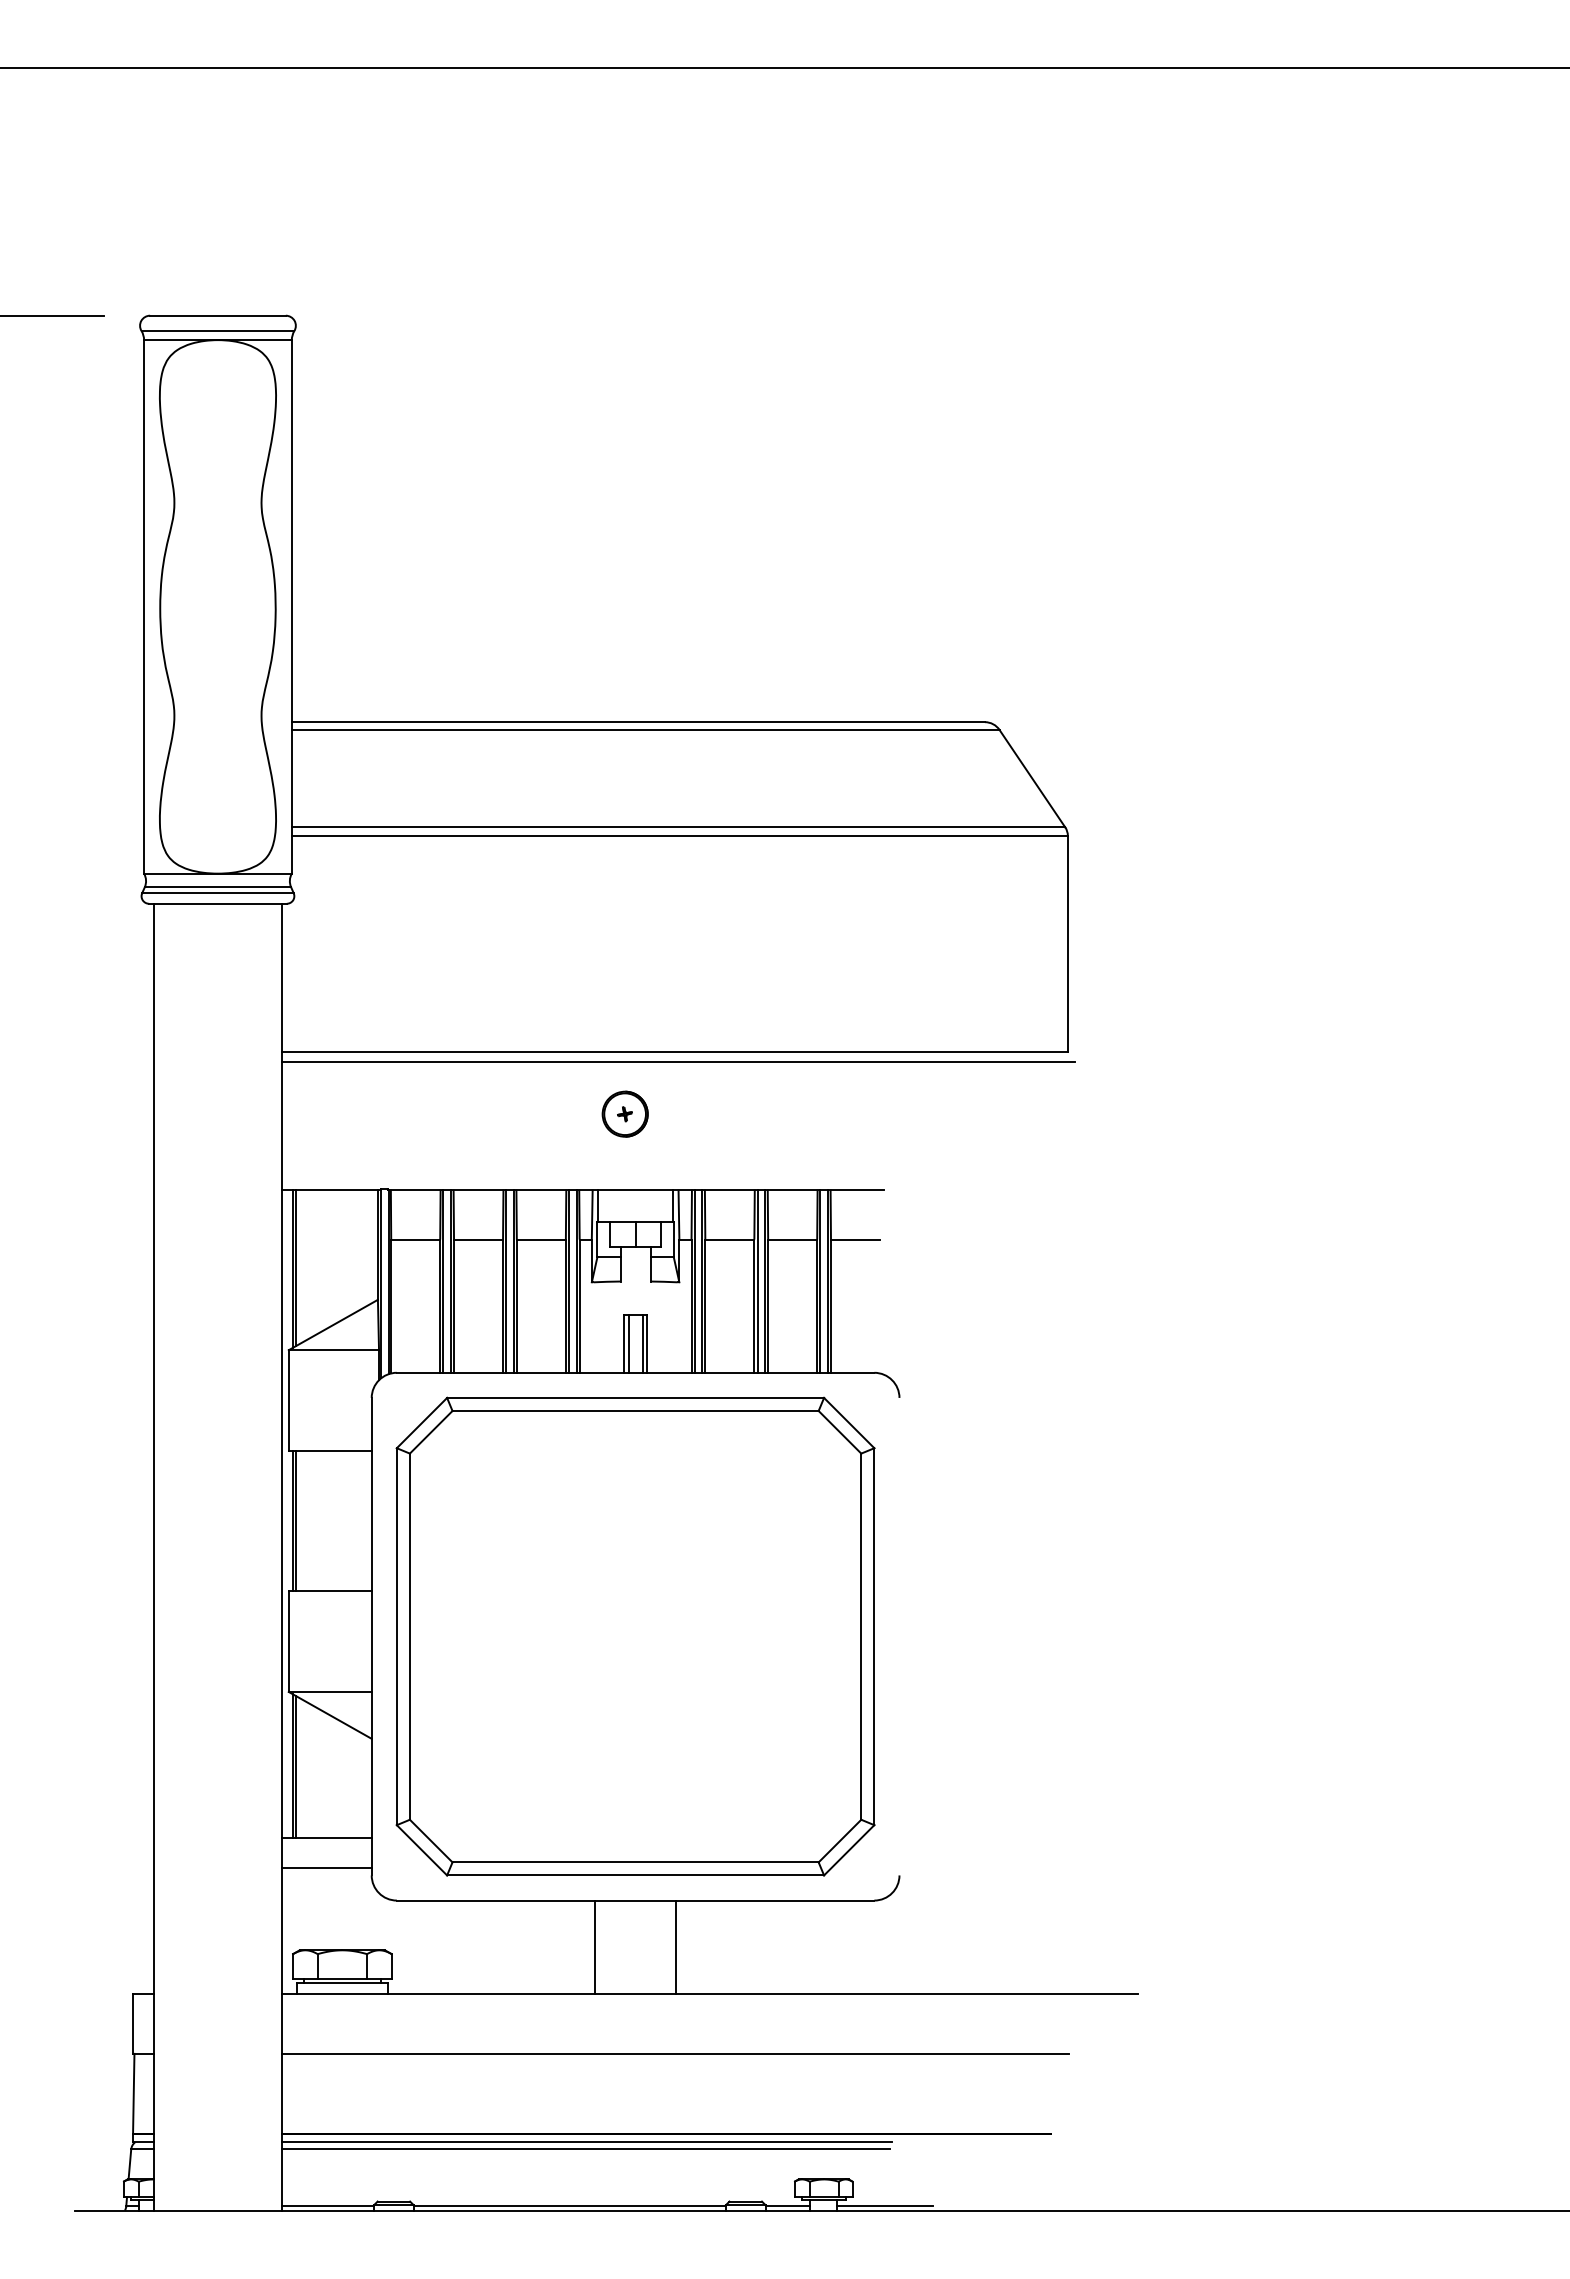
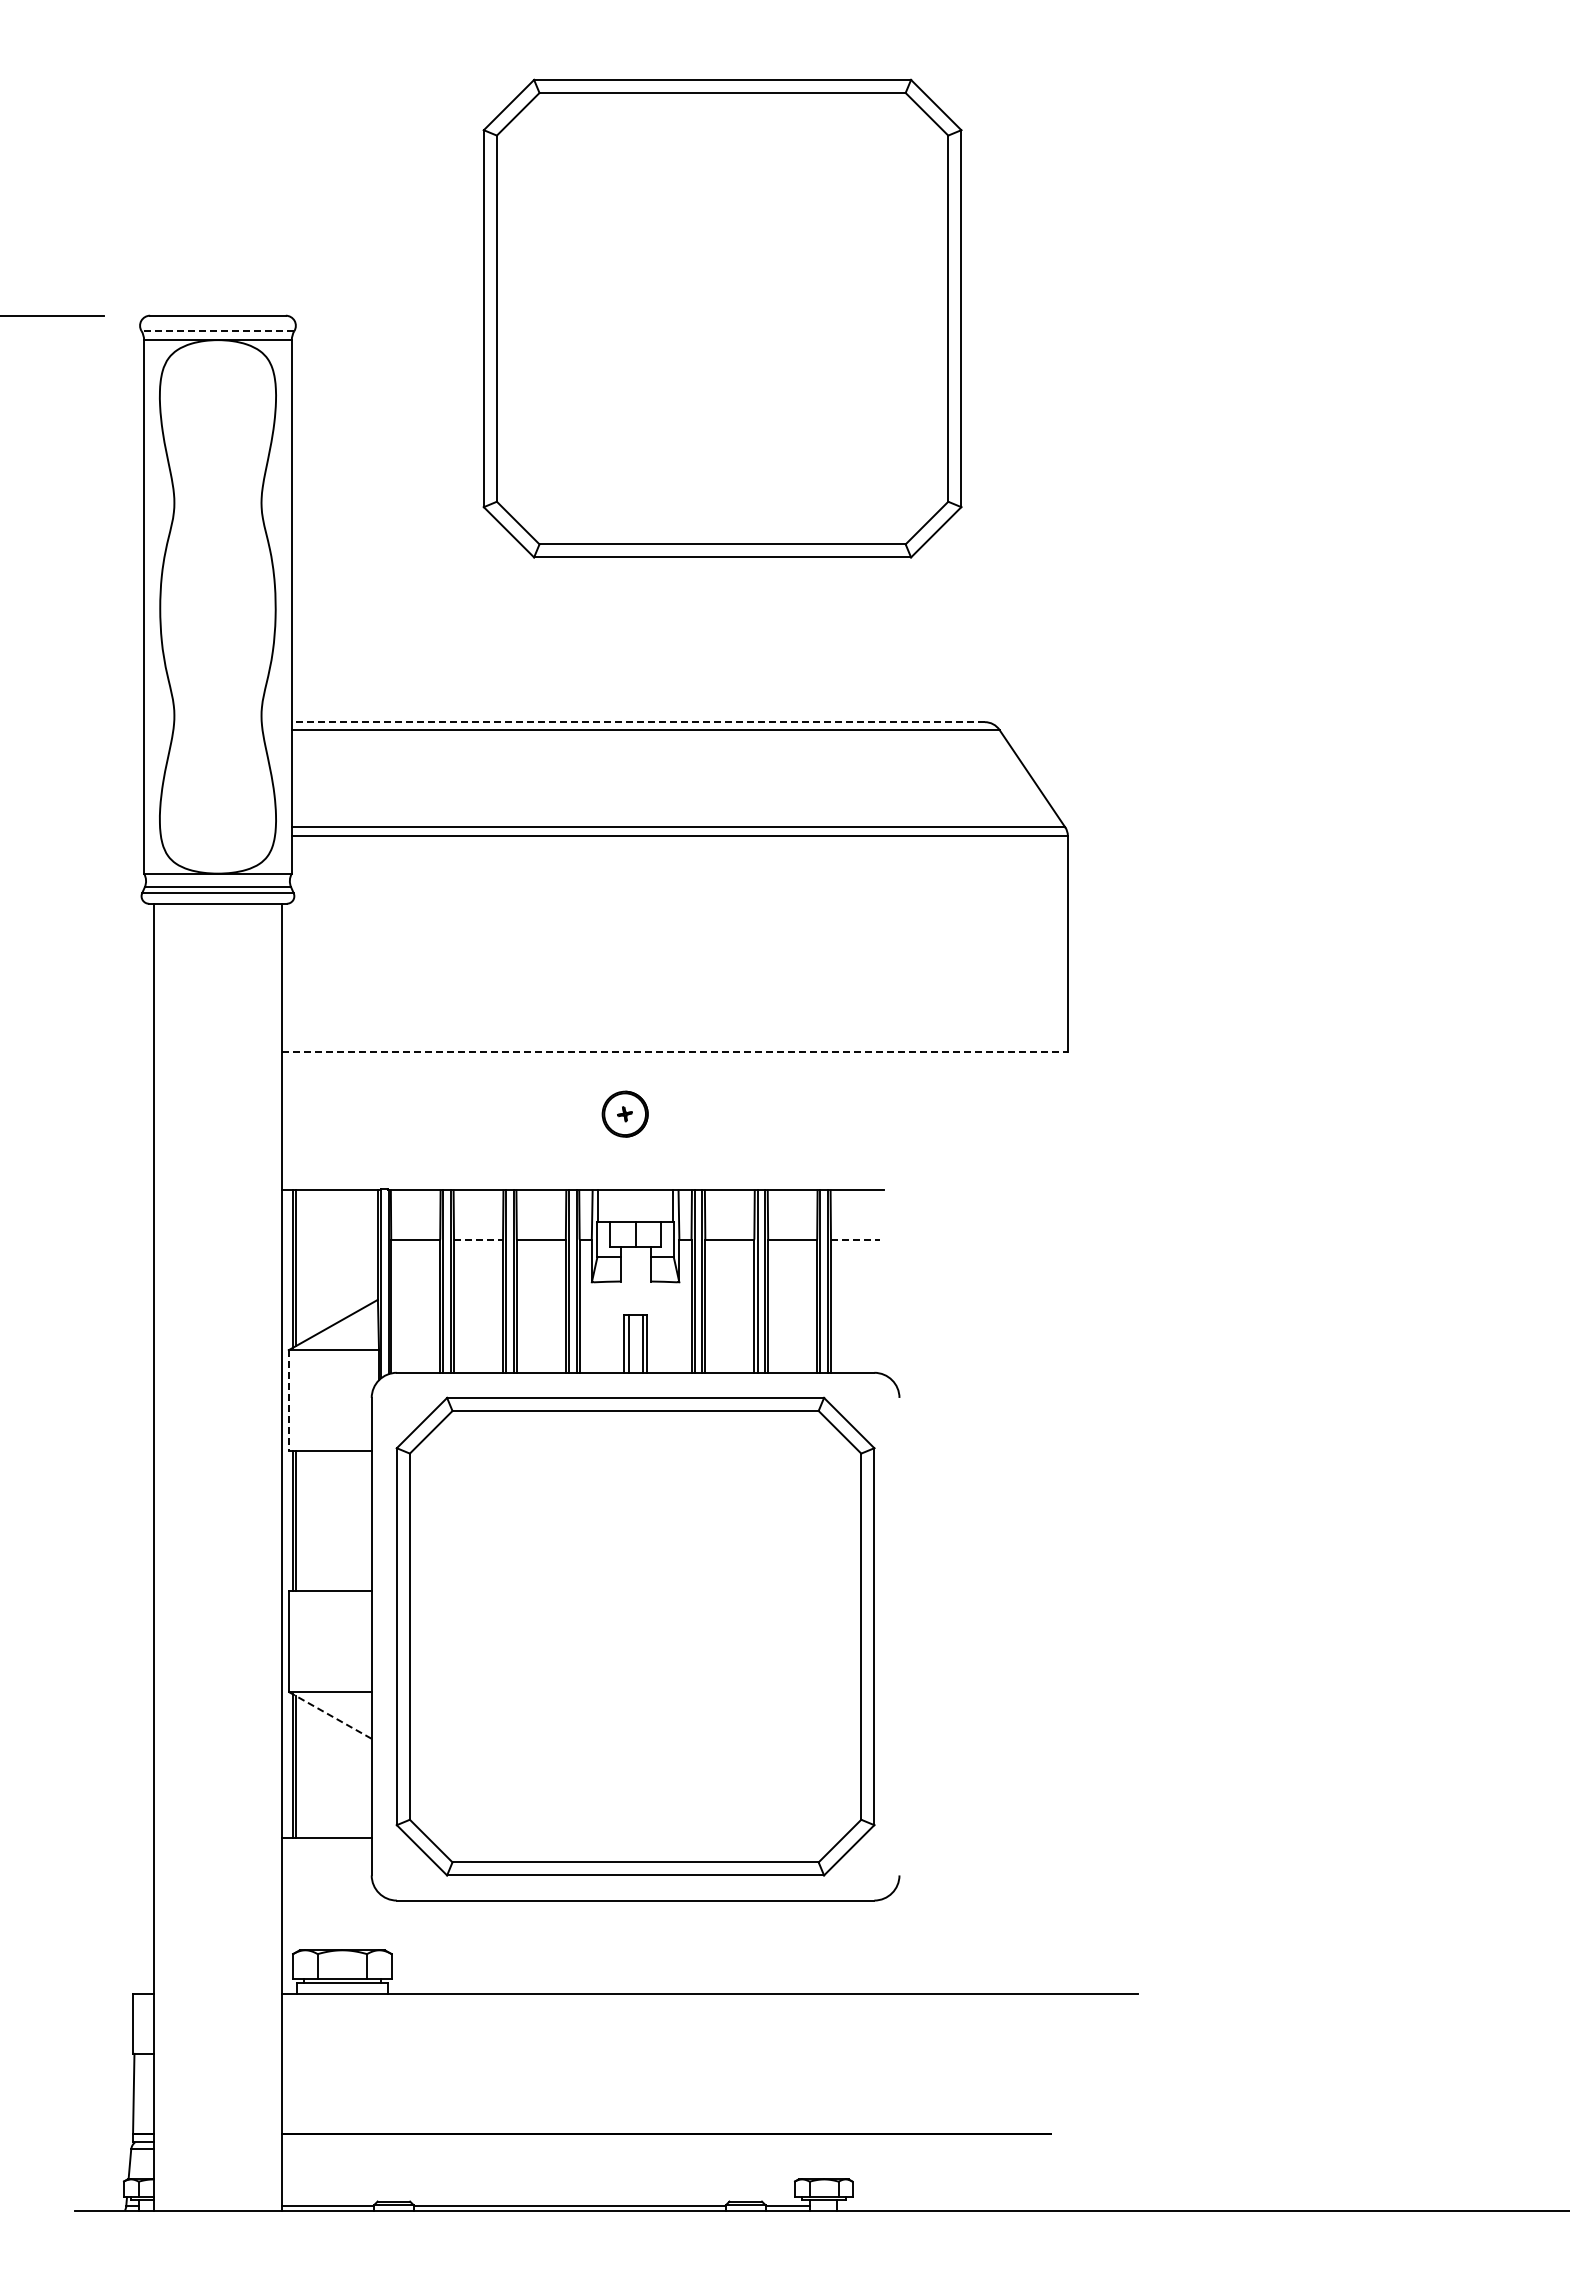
line at (784, 68): present -> none
part at (722, 318): none -> present
line at (217, 330): solid -> dashed
line at (638, 722): solid -> dashed
line at (675, 1052): solid -> dashed
line at (678, 1062): present -> none
line at (478, 1239): solid -> dashed
line at (855, 1239): solid -> dashed
line at (288, 1400): solid -> dashed
line at (330, 1715): solid -> dashed
line at (326, 1867): present -> none
line at (595, 1946): present -> none
line at (675, 1946): present -> none
line at (674, 2053): present -> none
line at (586, 2142): present -> none
line at (585, 2149): present -> none
line at (885, 2206): present -> none
